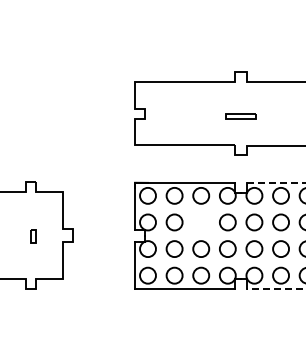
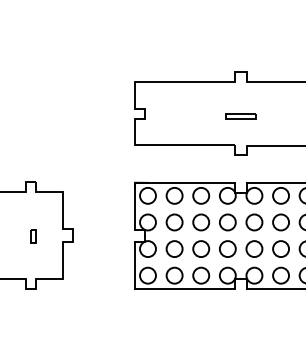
line at (276, 182): dashed -> solid
circle at (201, 222): none -> present
line at (275, 288): dashed -> solid
